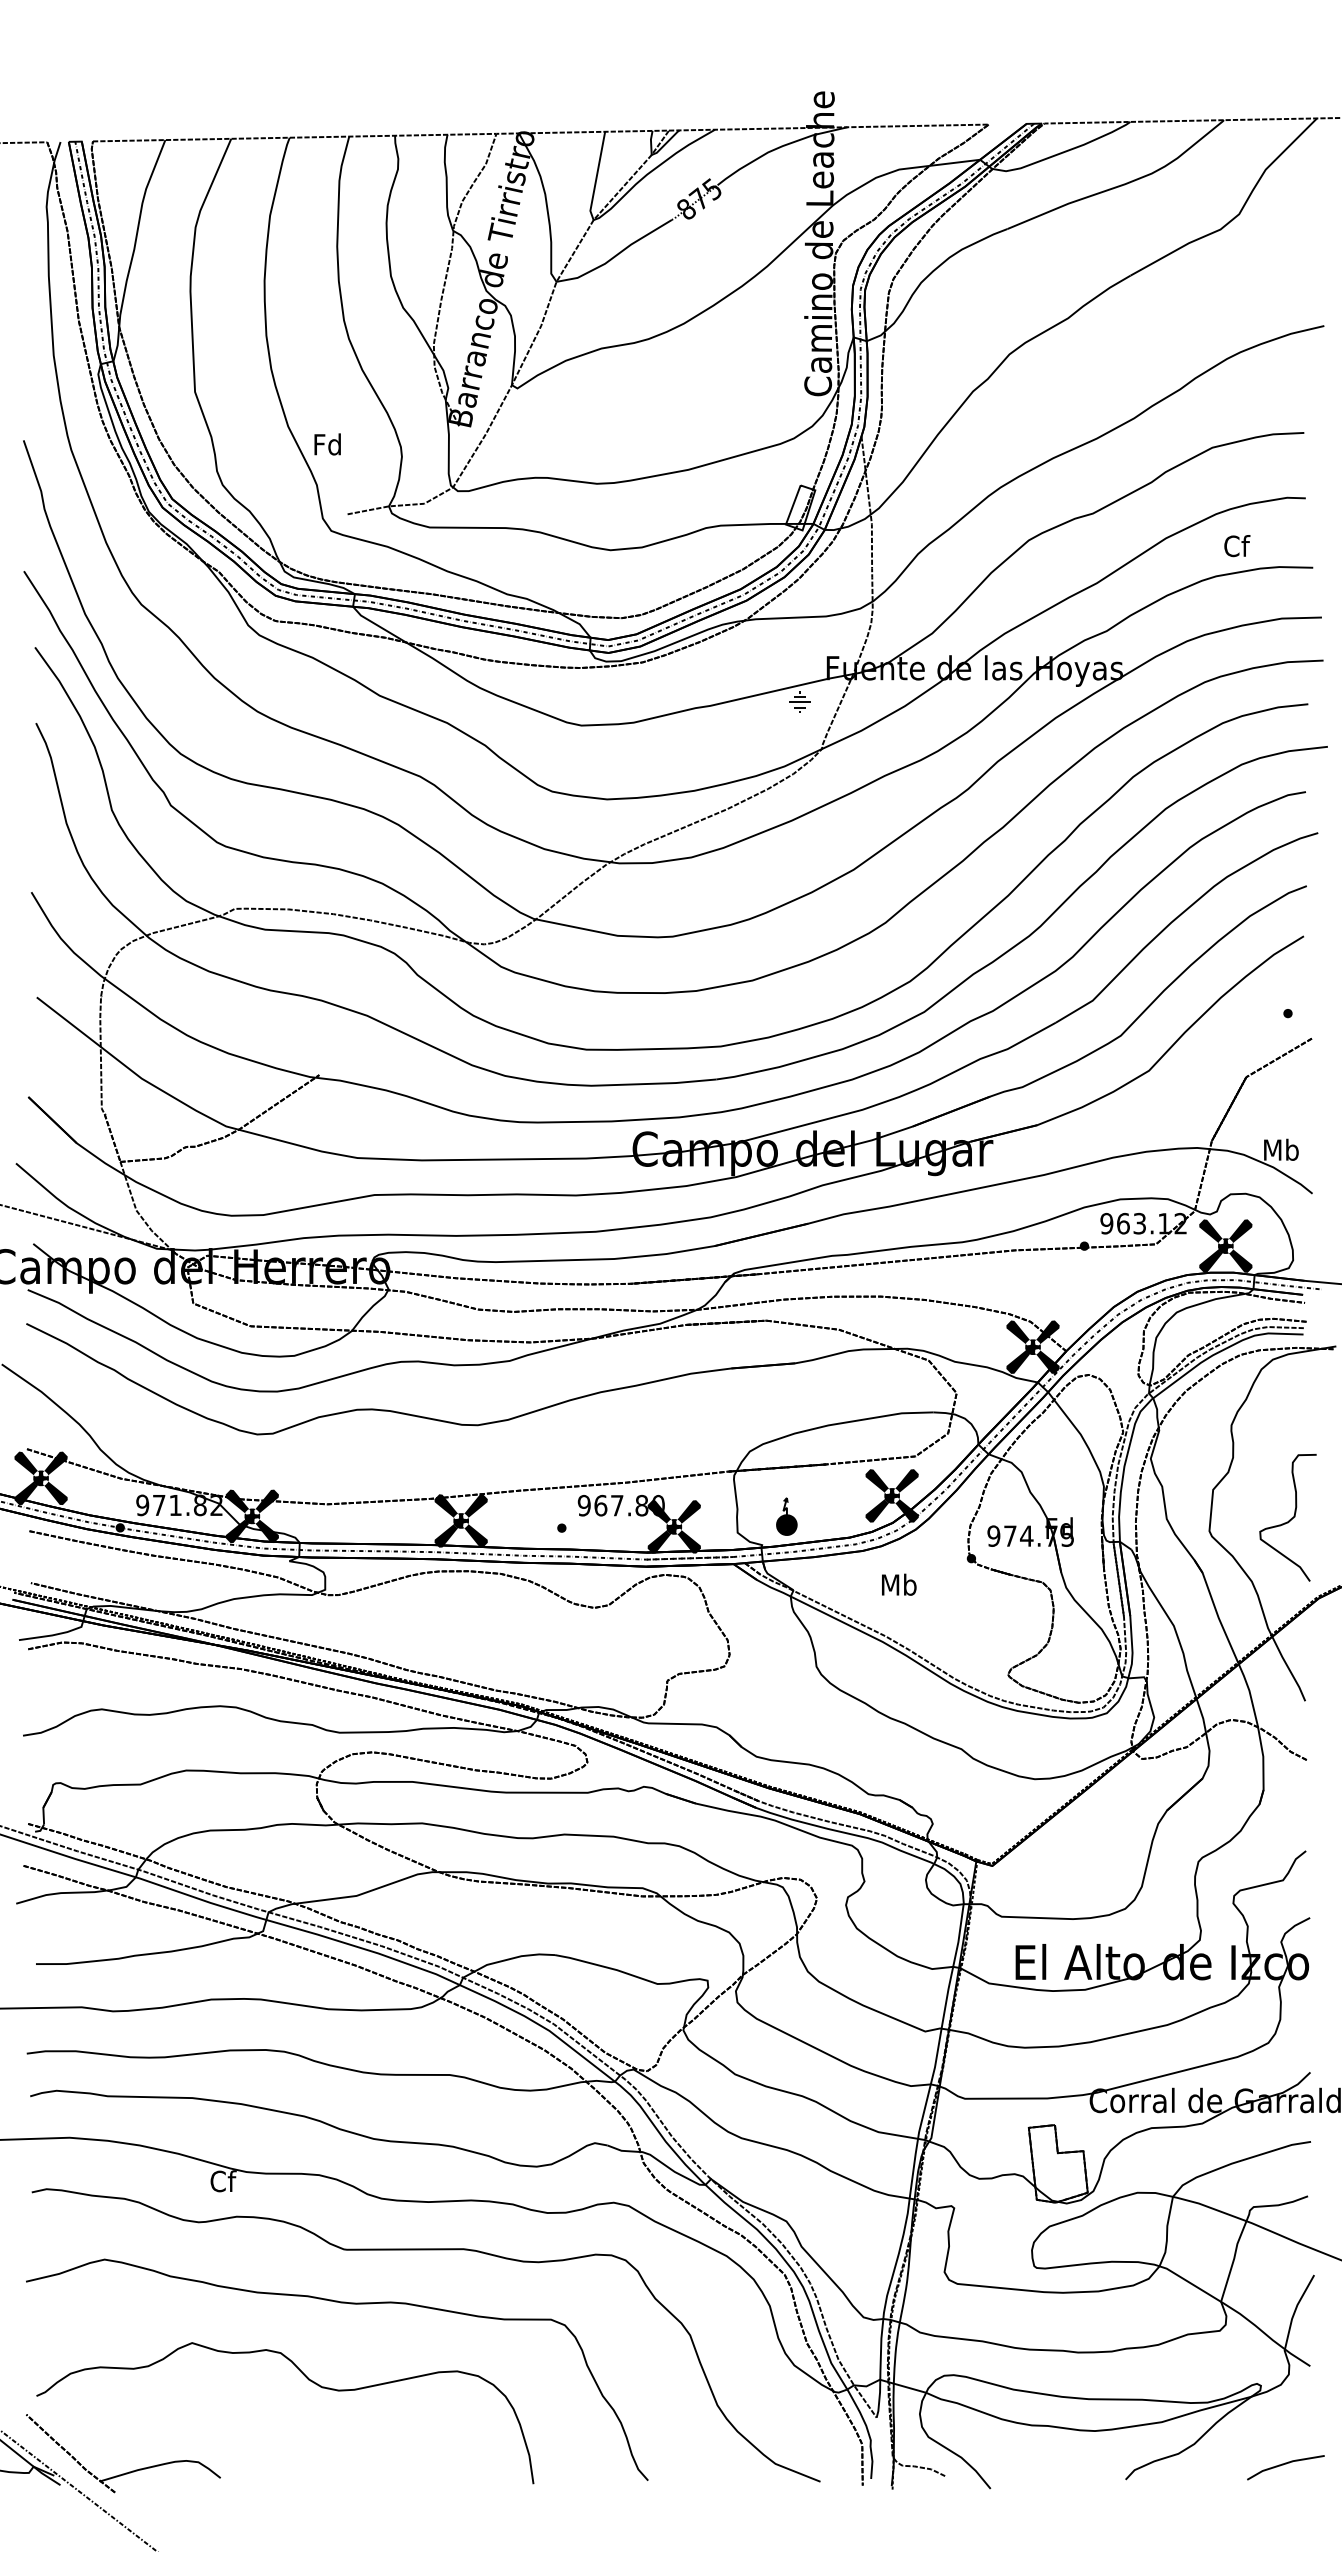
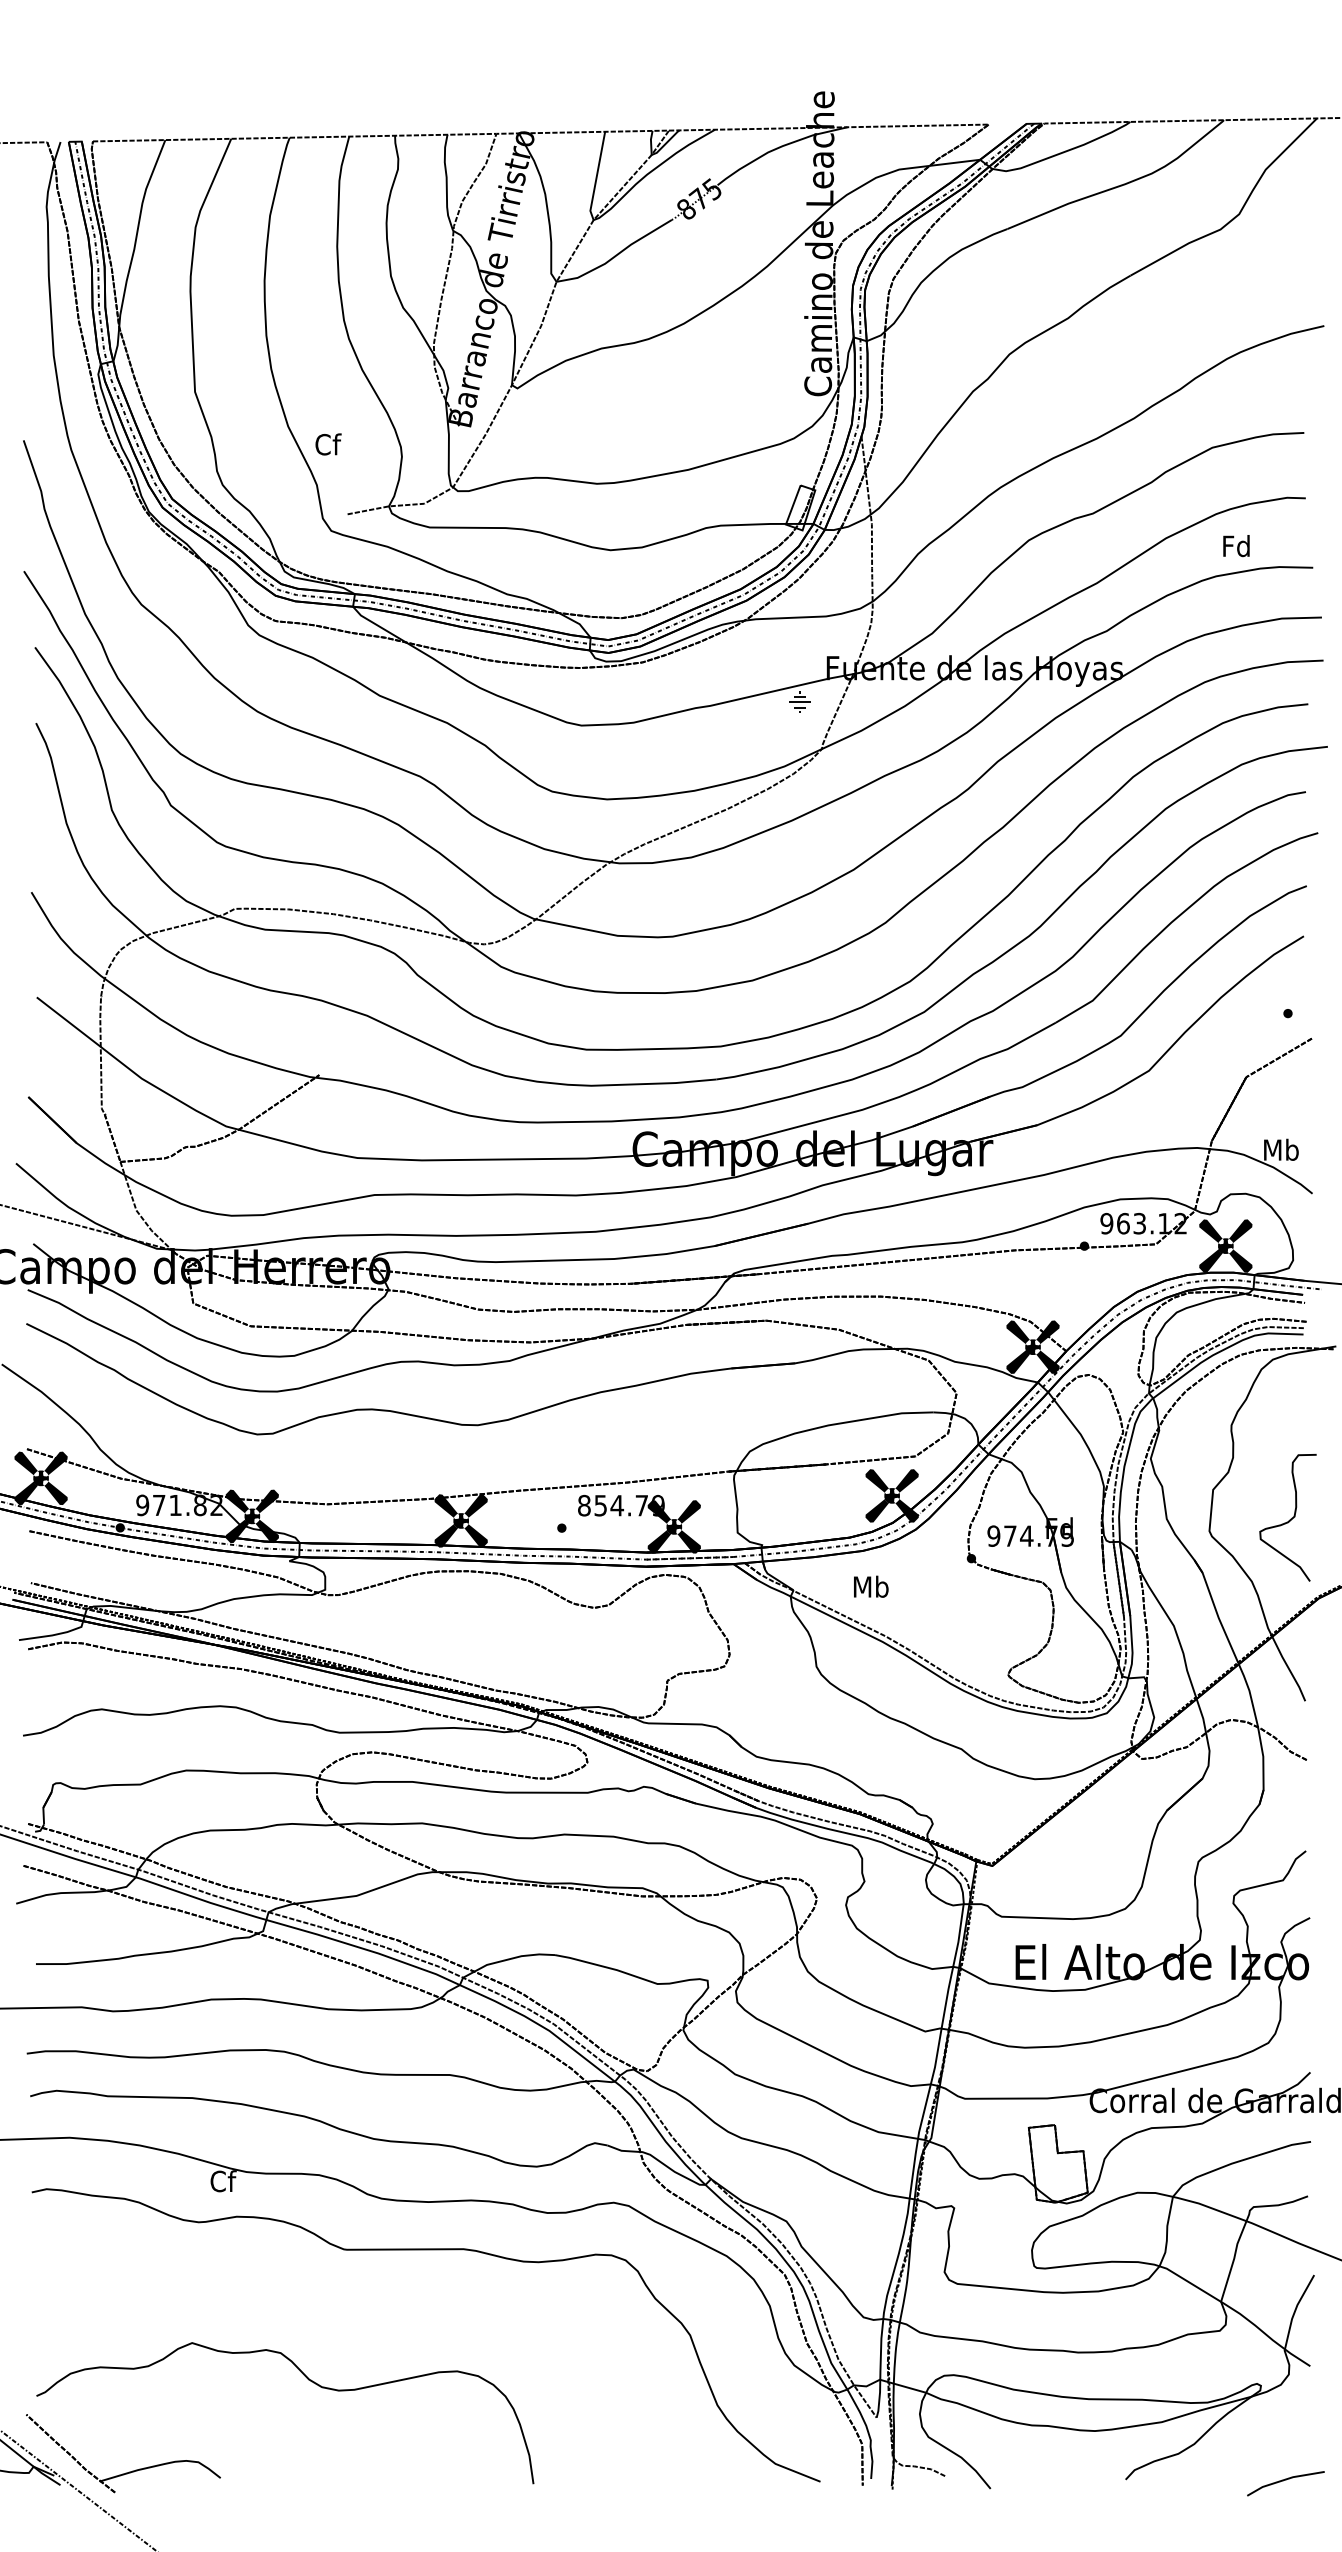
text at (327, 444): Fd -> Cf
text at (1236, 546): Cf -> Fd
text at (620, 1505): 967.80 -> 854.79
part at (786, 1516): present -> none
text at (899, 1584) position: (899, 1584) -> (871, 1586)
curve at (340, 2303): present -> none
line at (1283, 2465) position: (1283, 2465) -> (1283, 2481)
